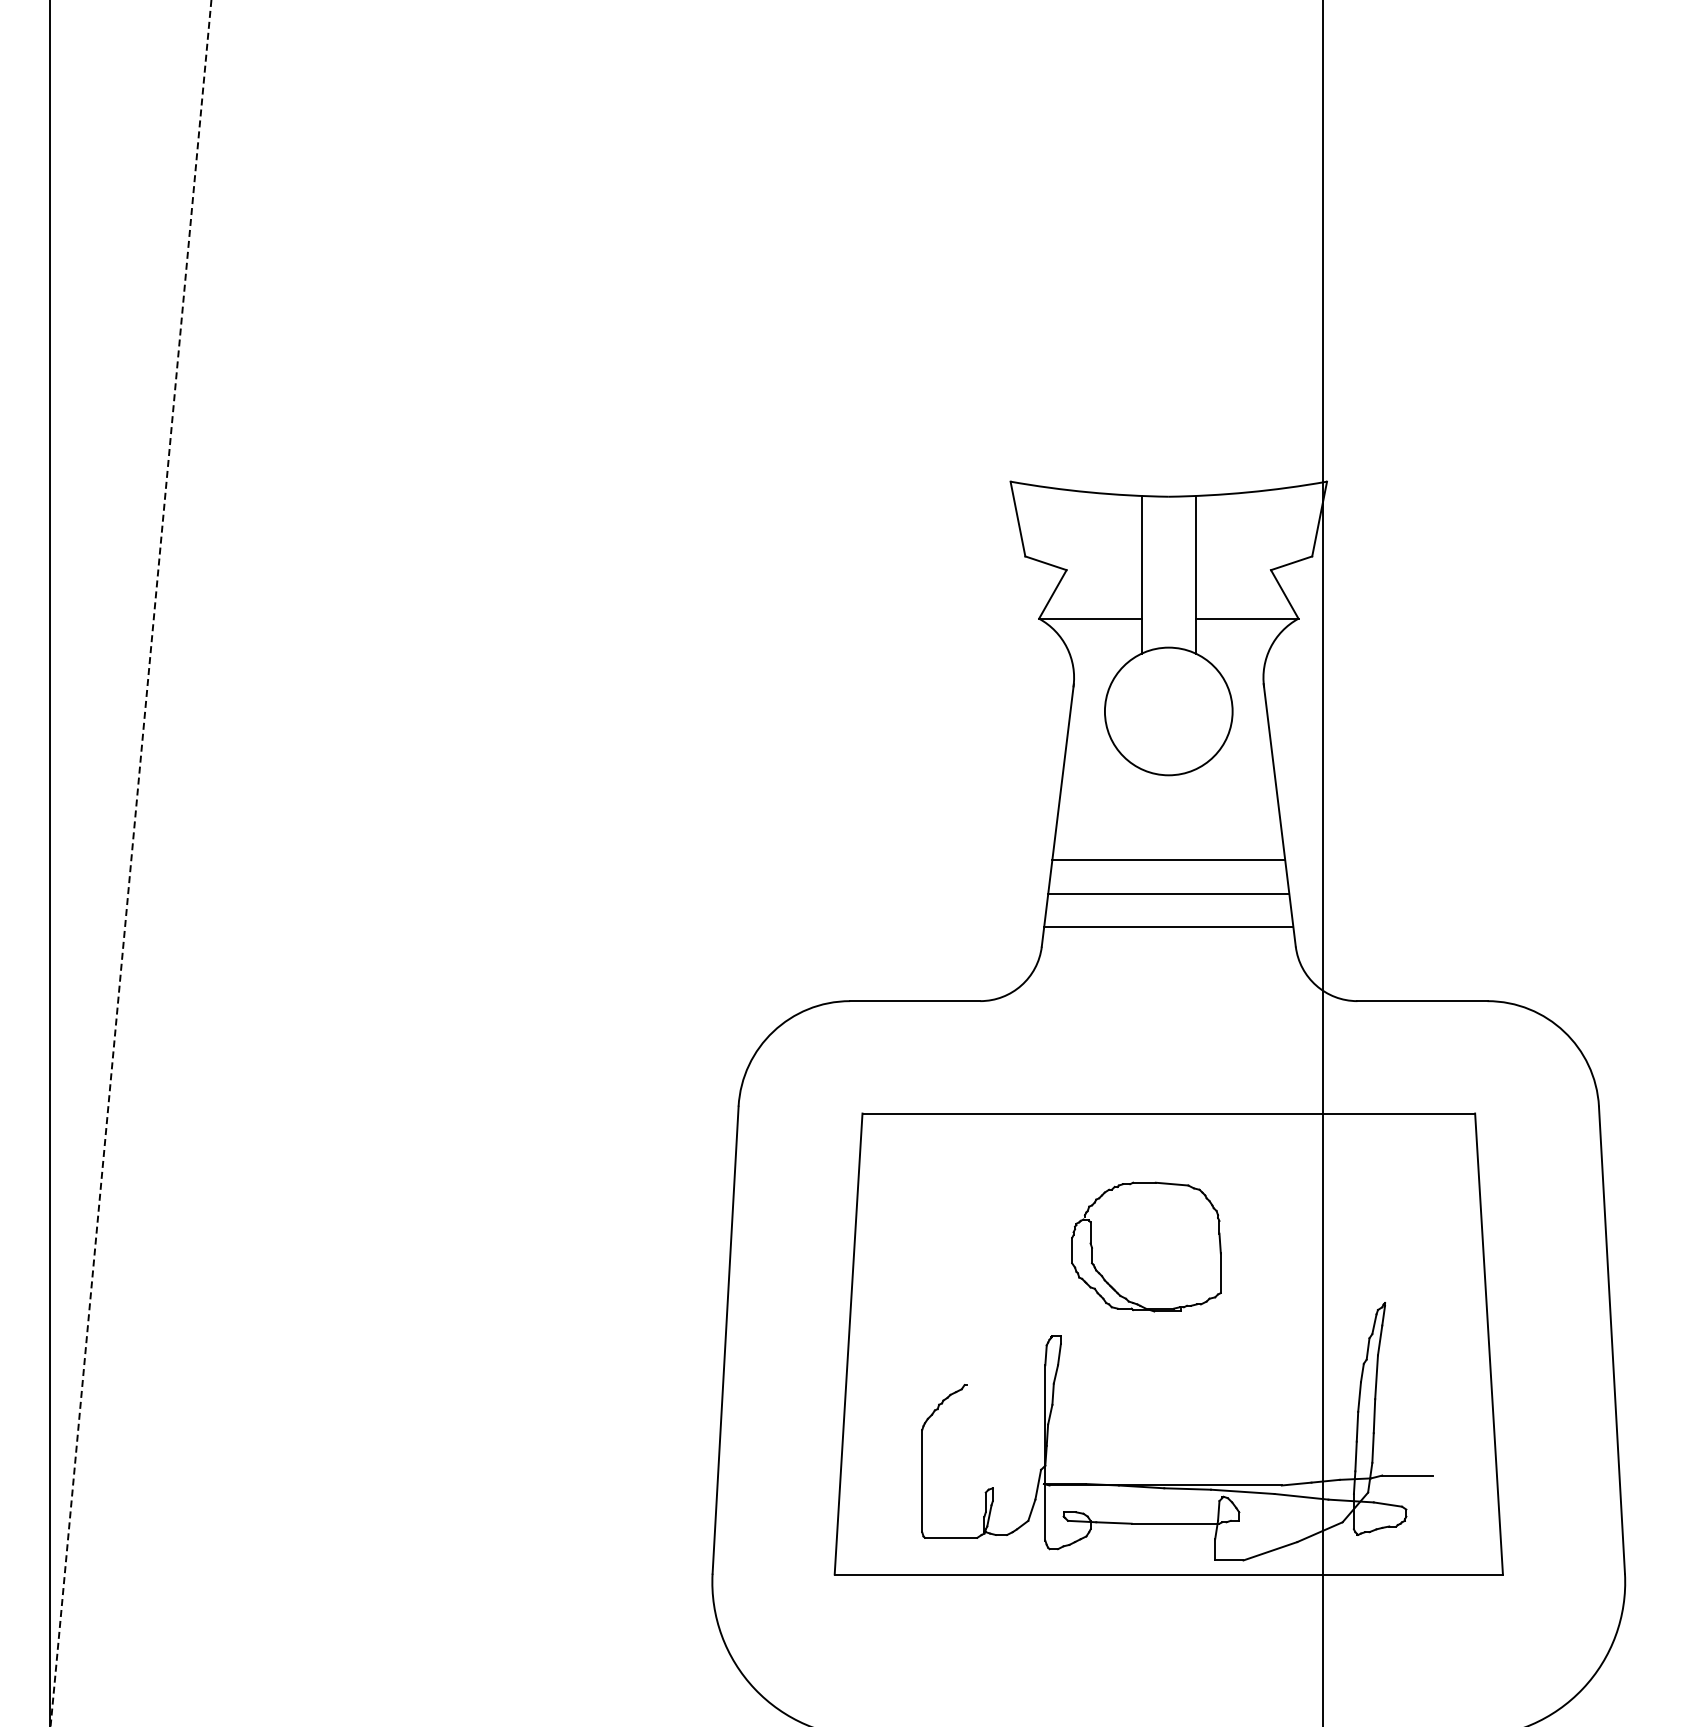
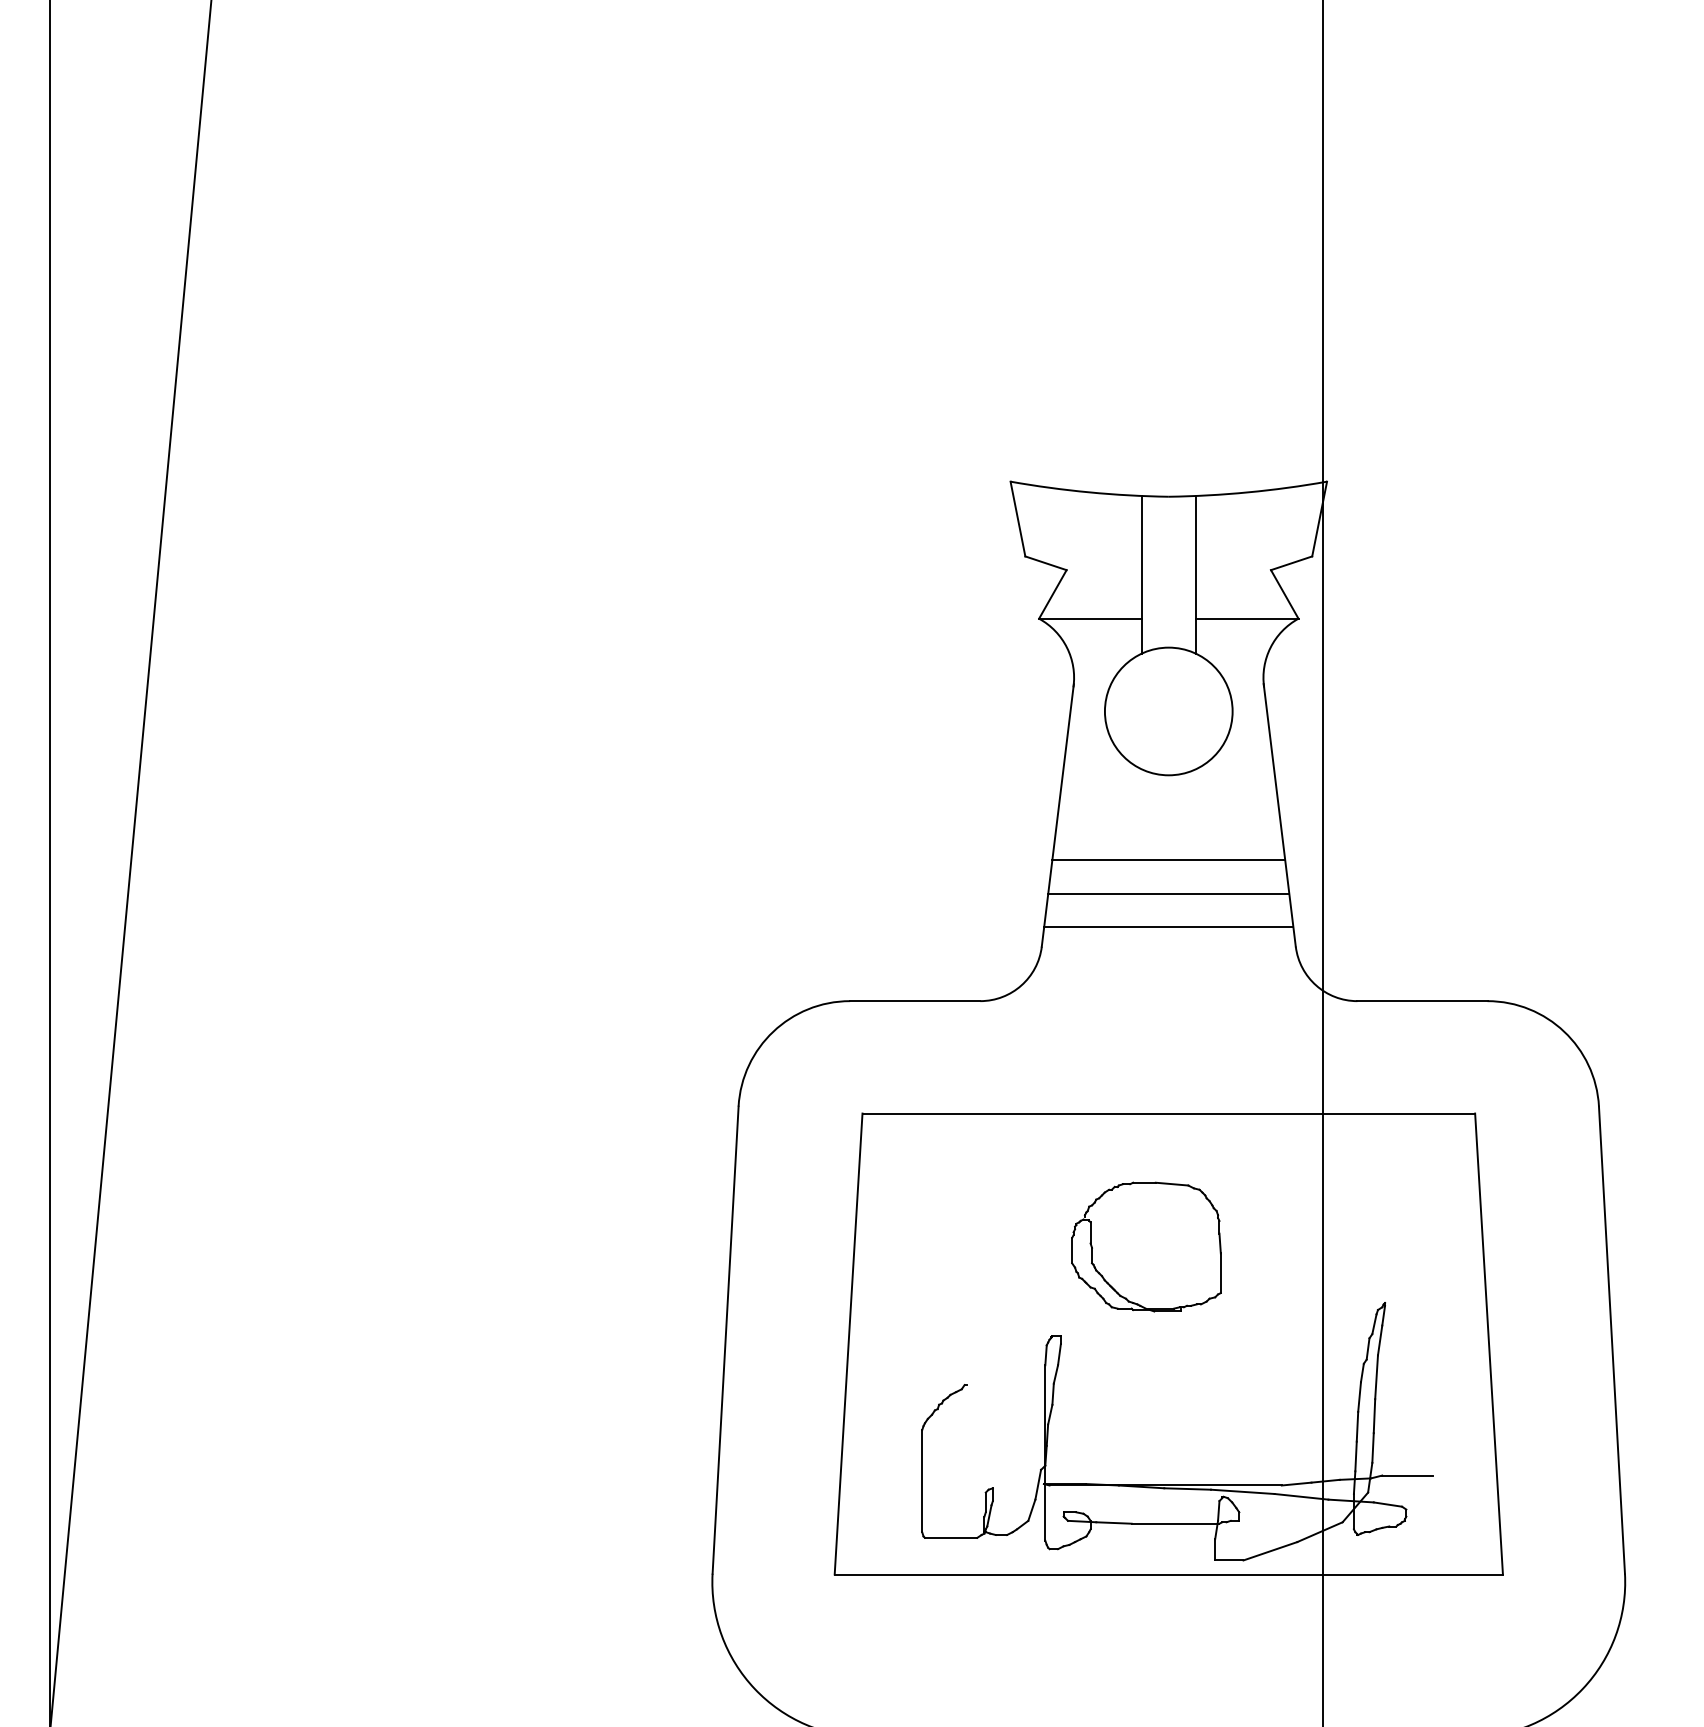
line at (131, 863): dashed -> solid
